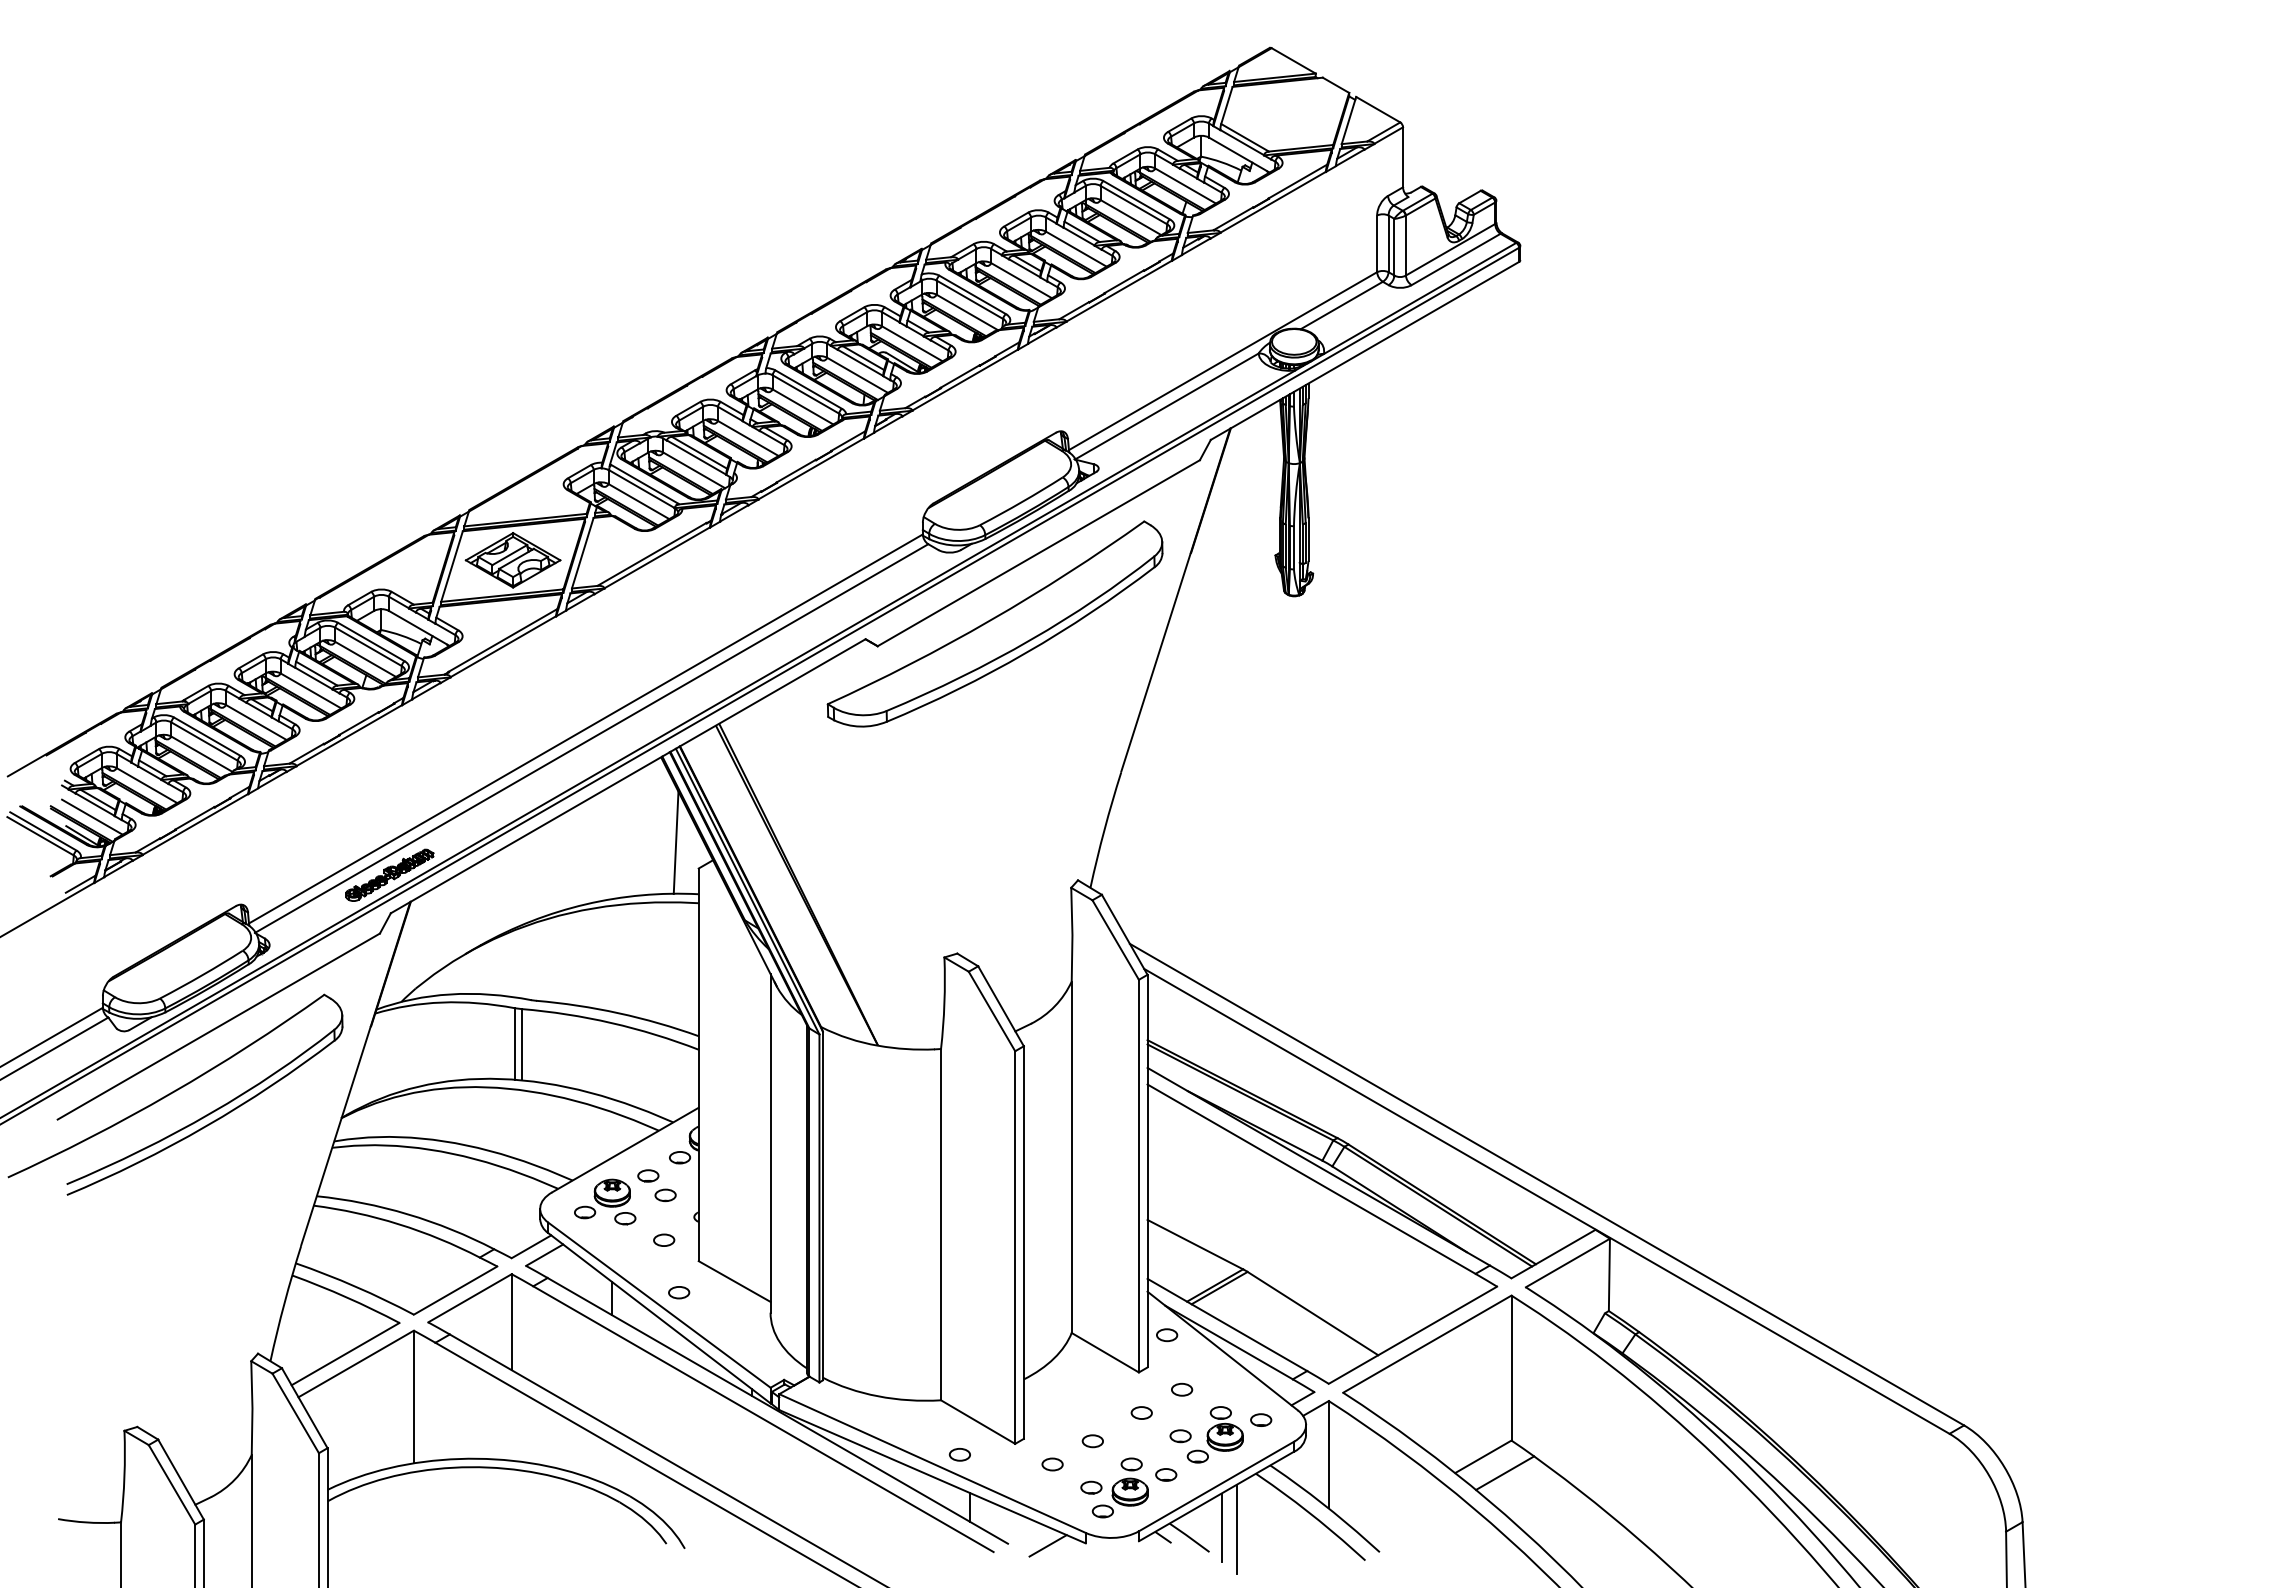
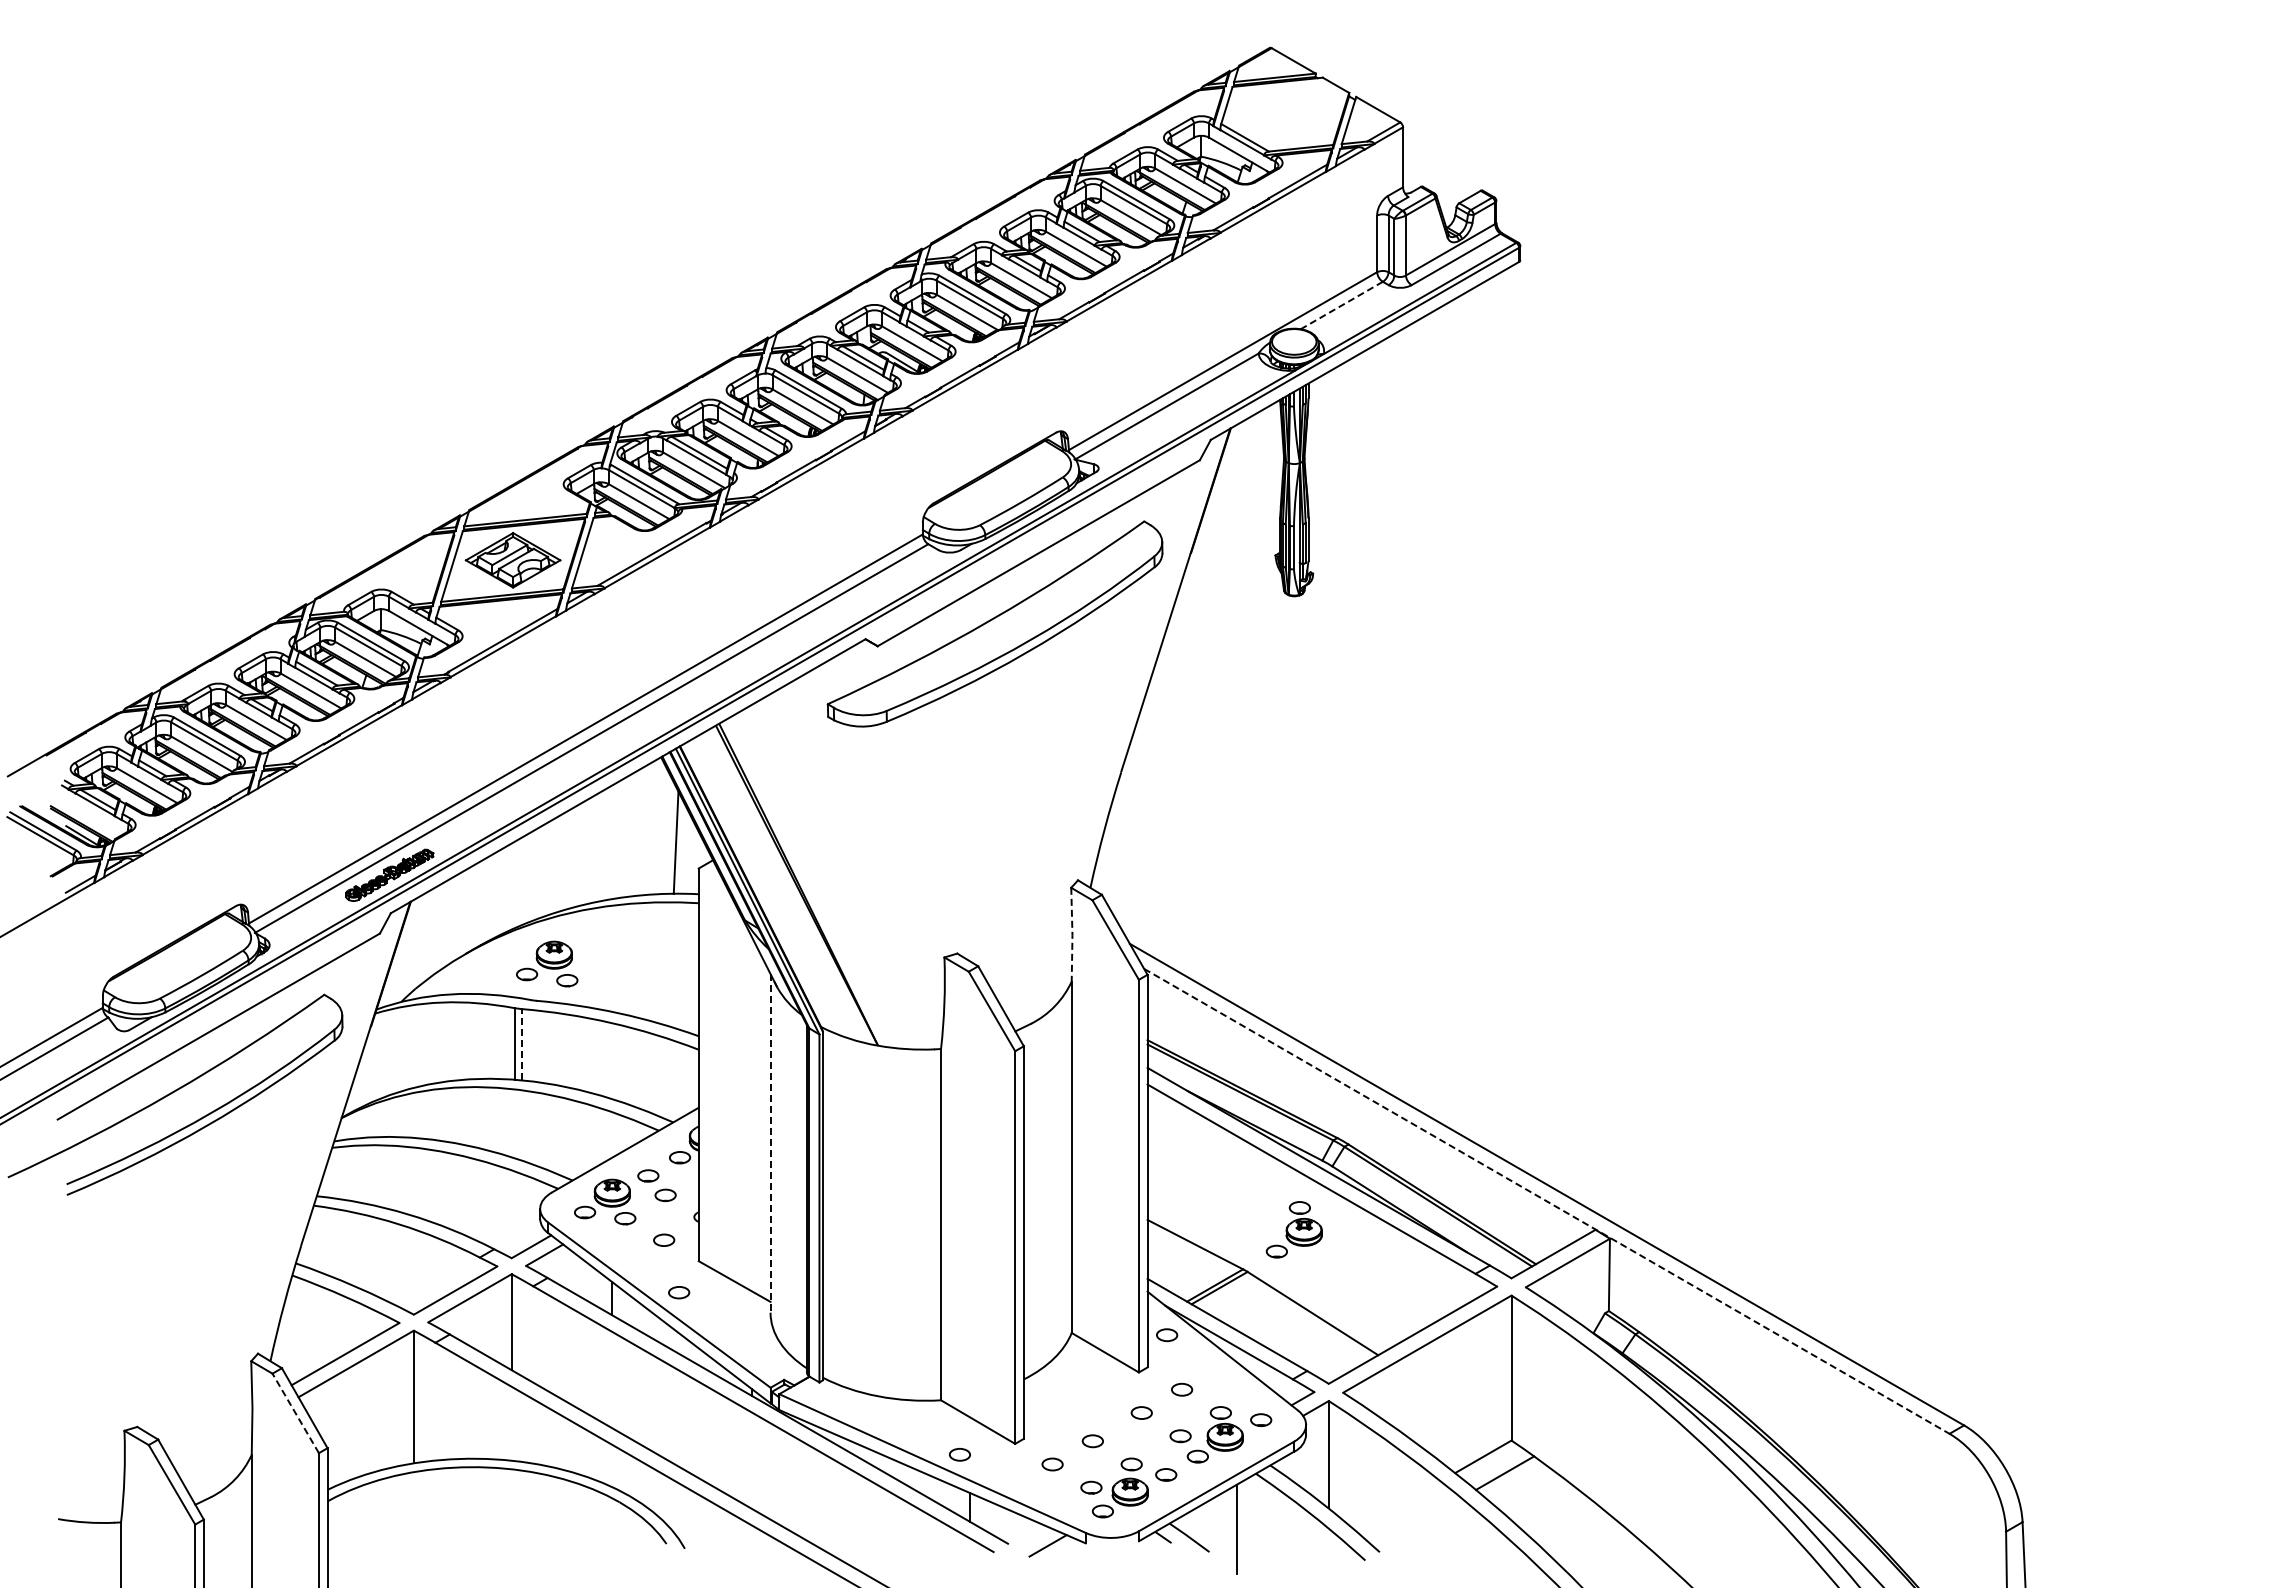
line at (1341, 305): solid -> dashed
line at (92, 816): present -> none
line at (1072, 935): solid -> dashed
part at (547, 963): none -> present
line at (521, 1044): solid -> dashed
line at (770, 1143): solid -> dashed
line at (1546, 1201): solid -> dashed
part at (1293, 1229): none -> present
line at (295, 1413): solid -> dashed
line at (1221, 1527): present -> none
